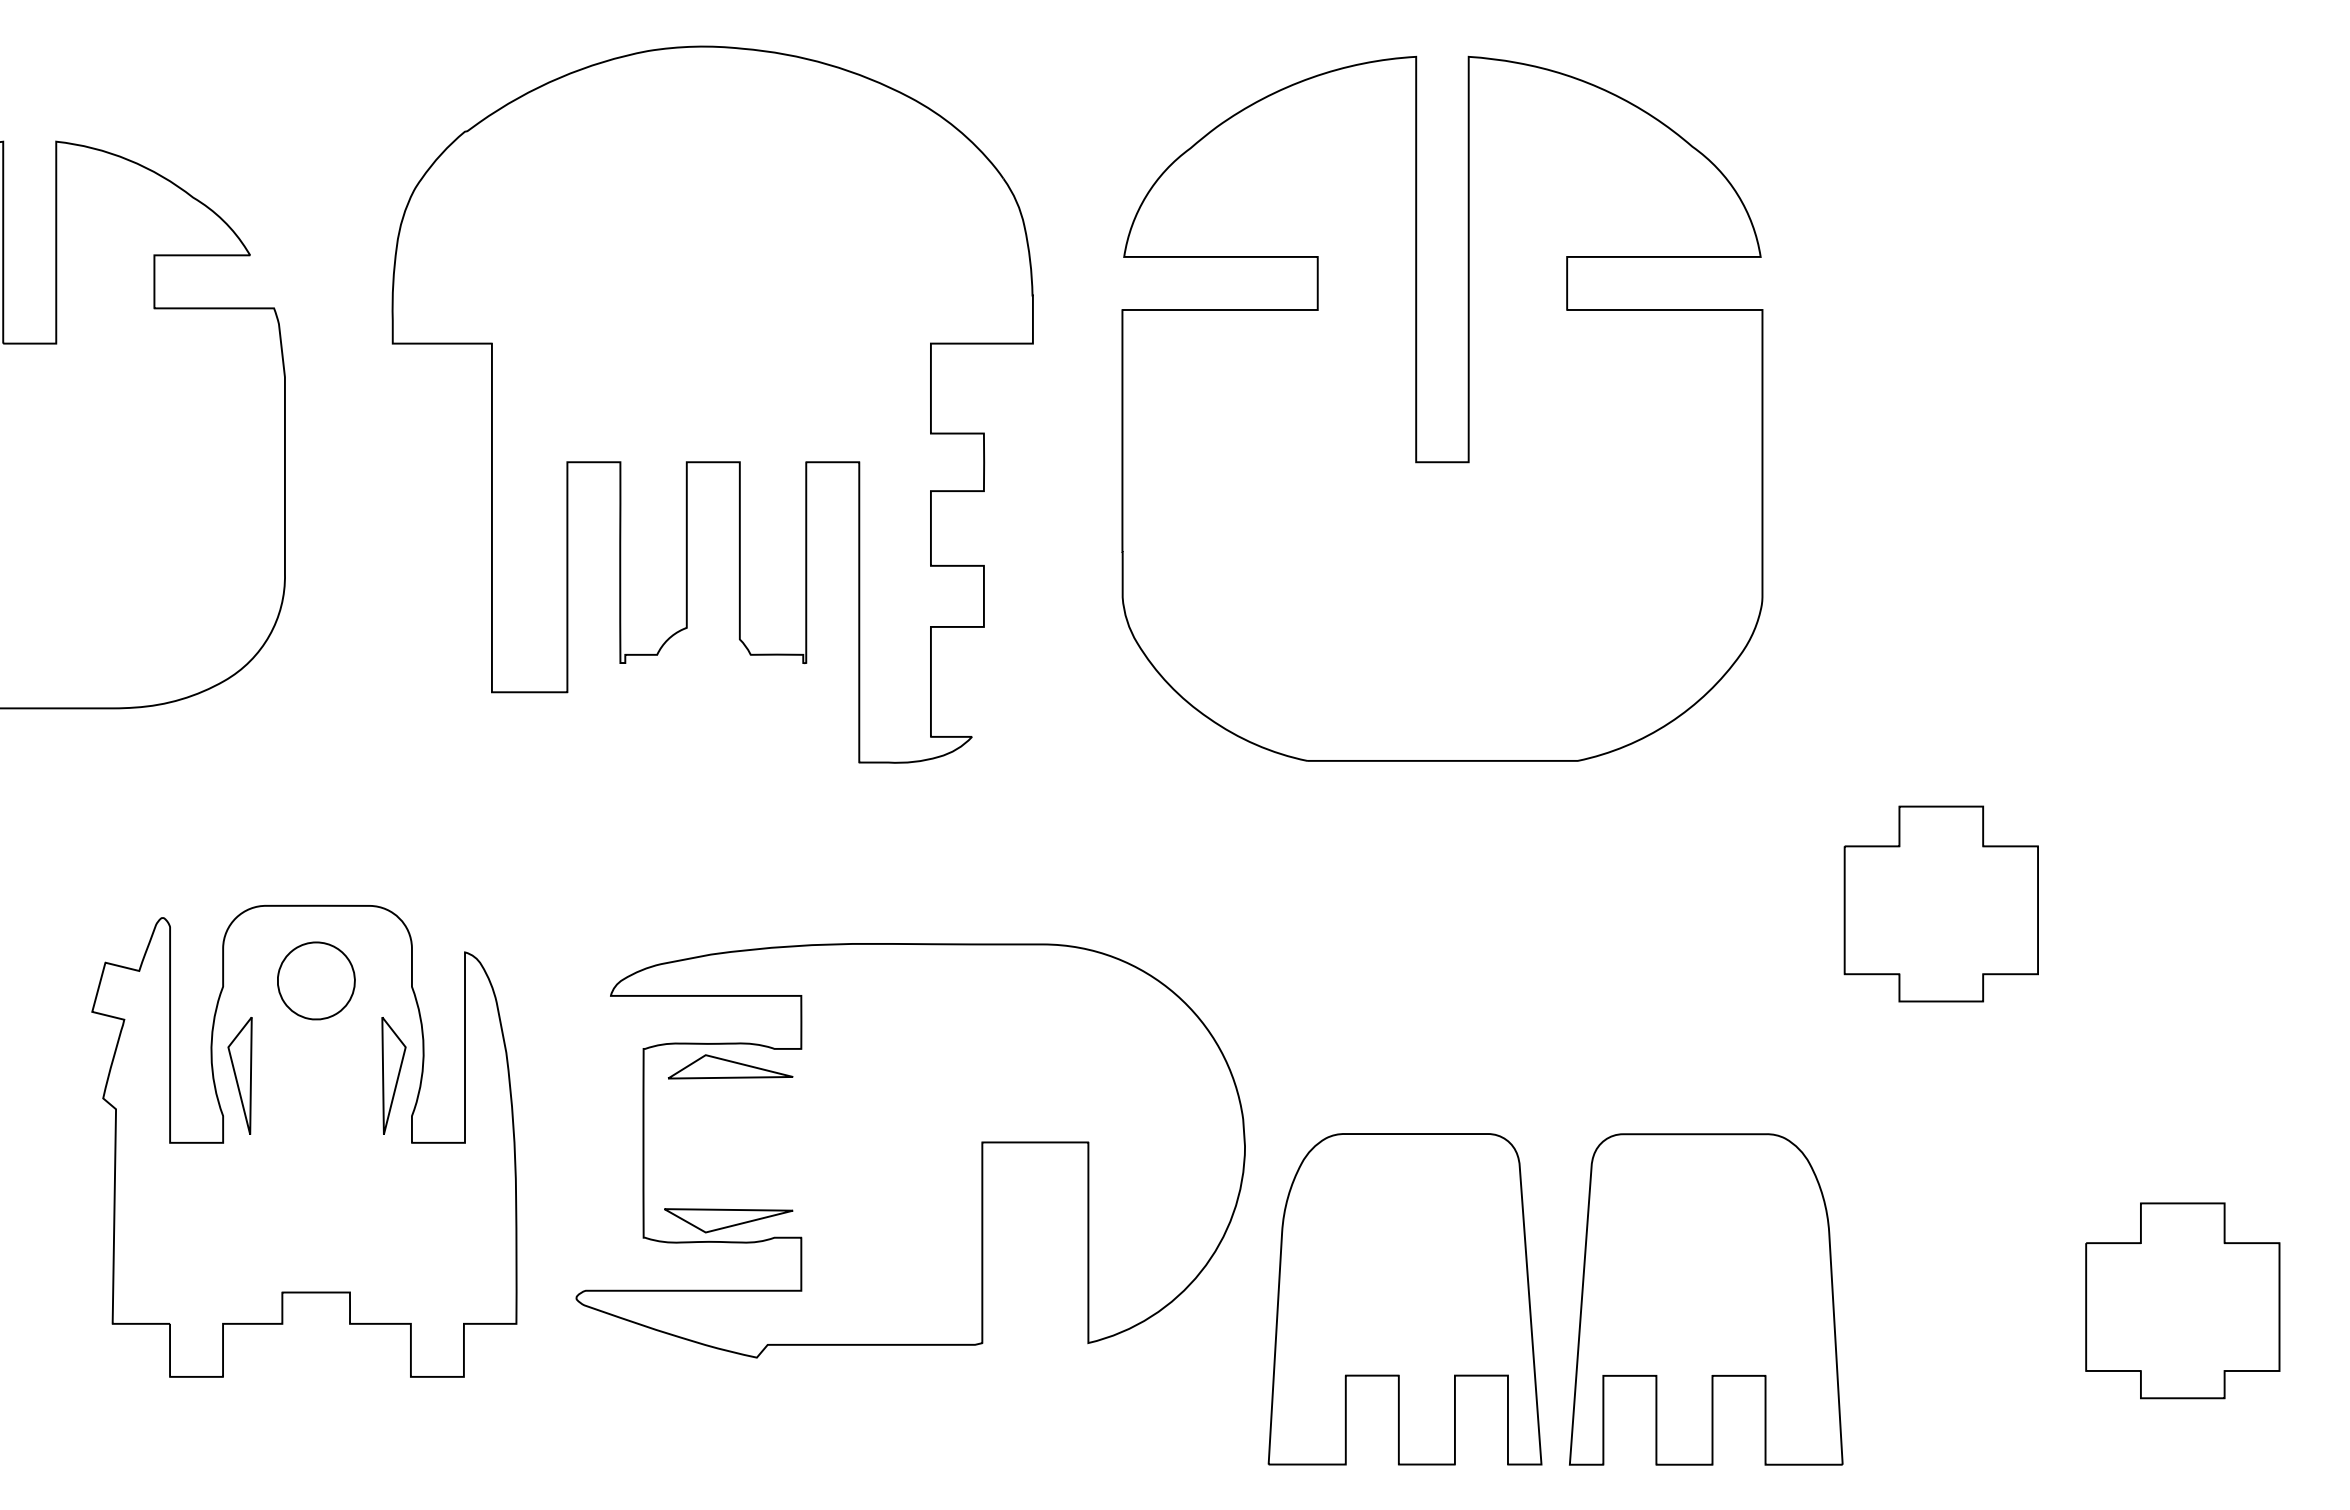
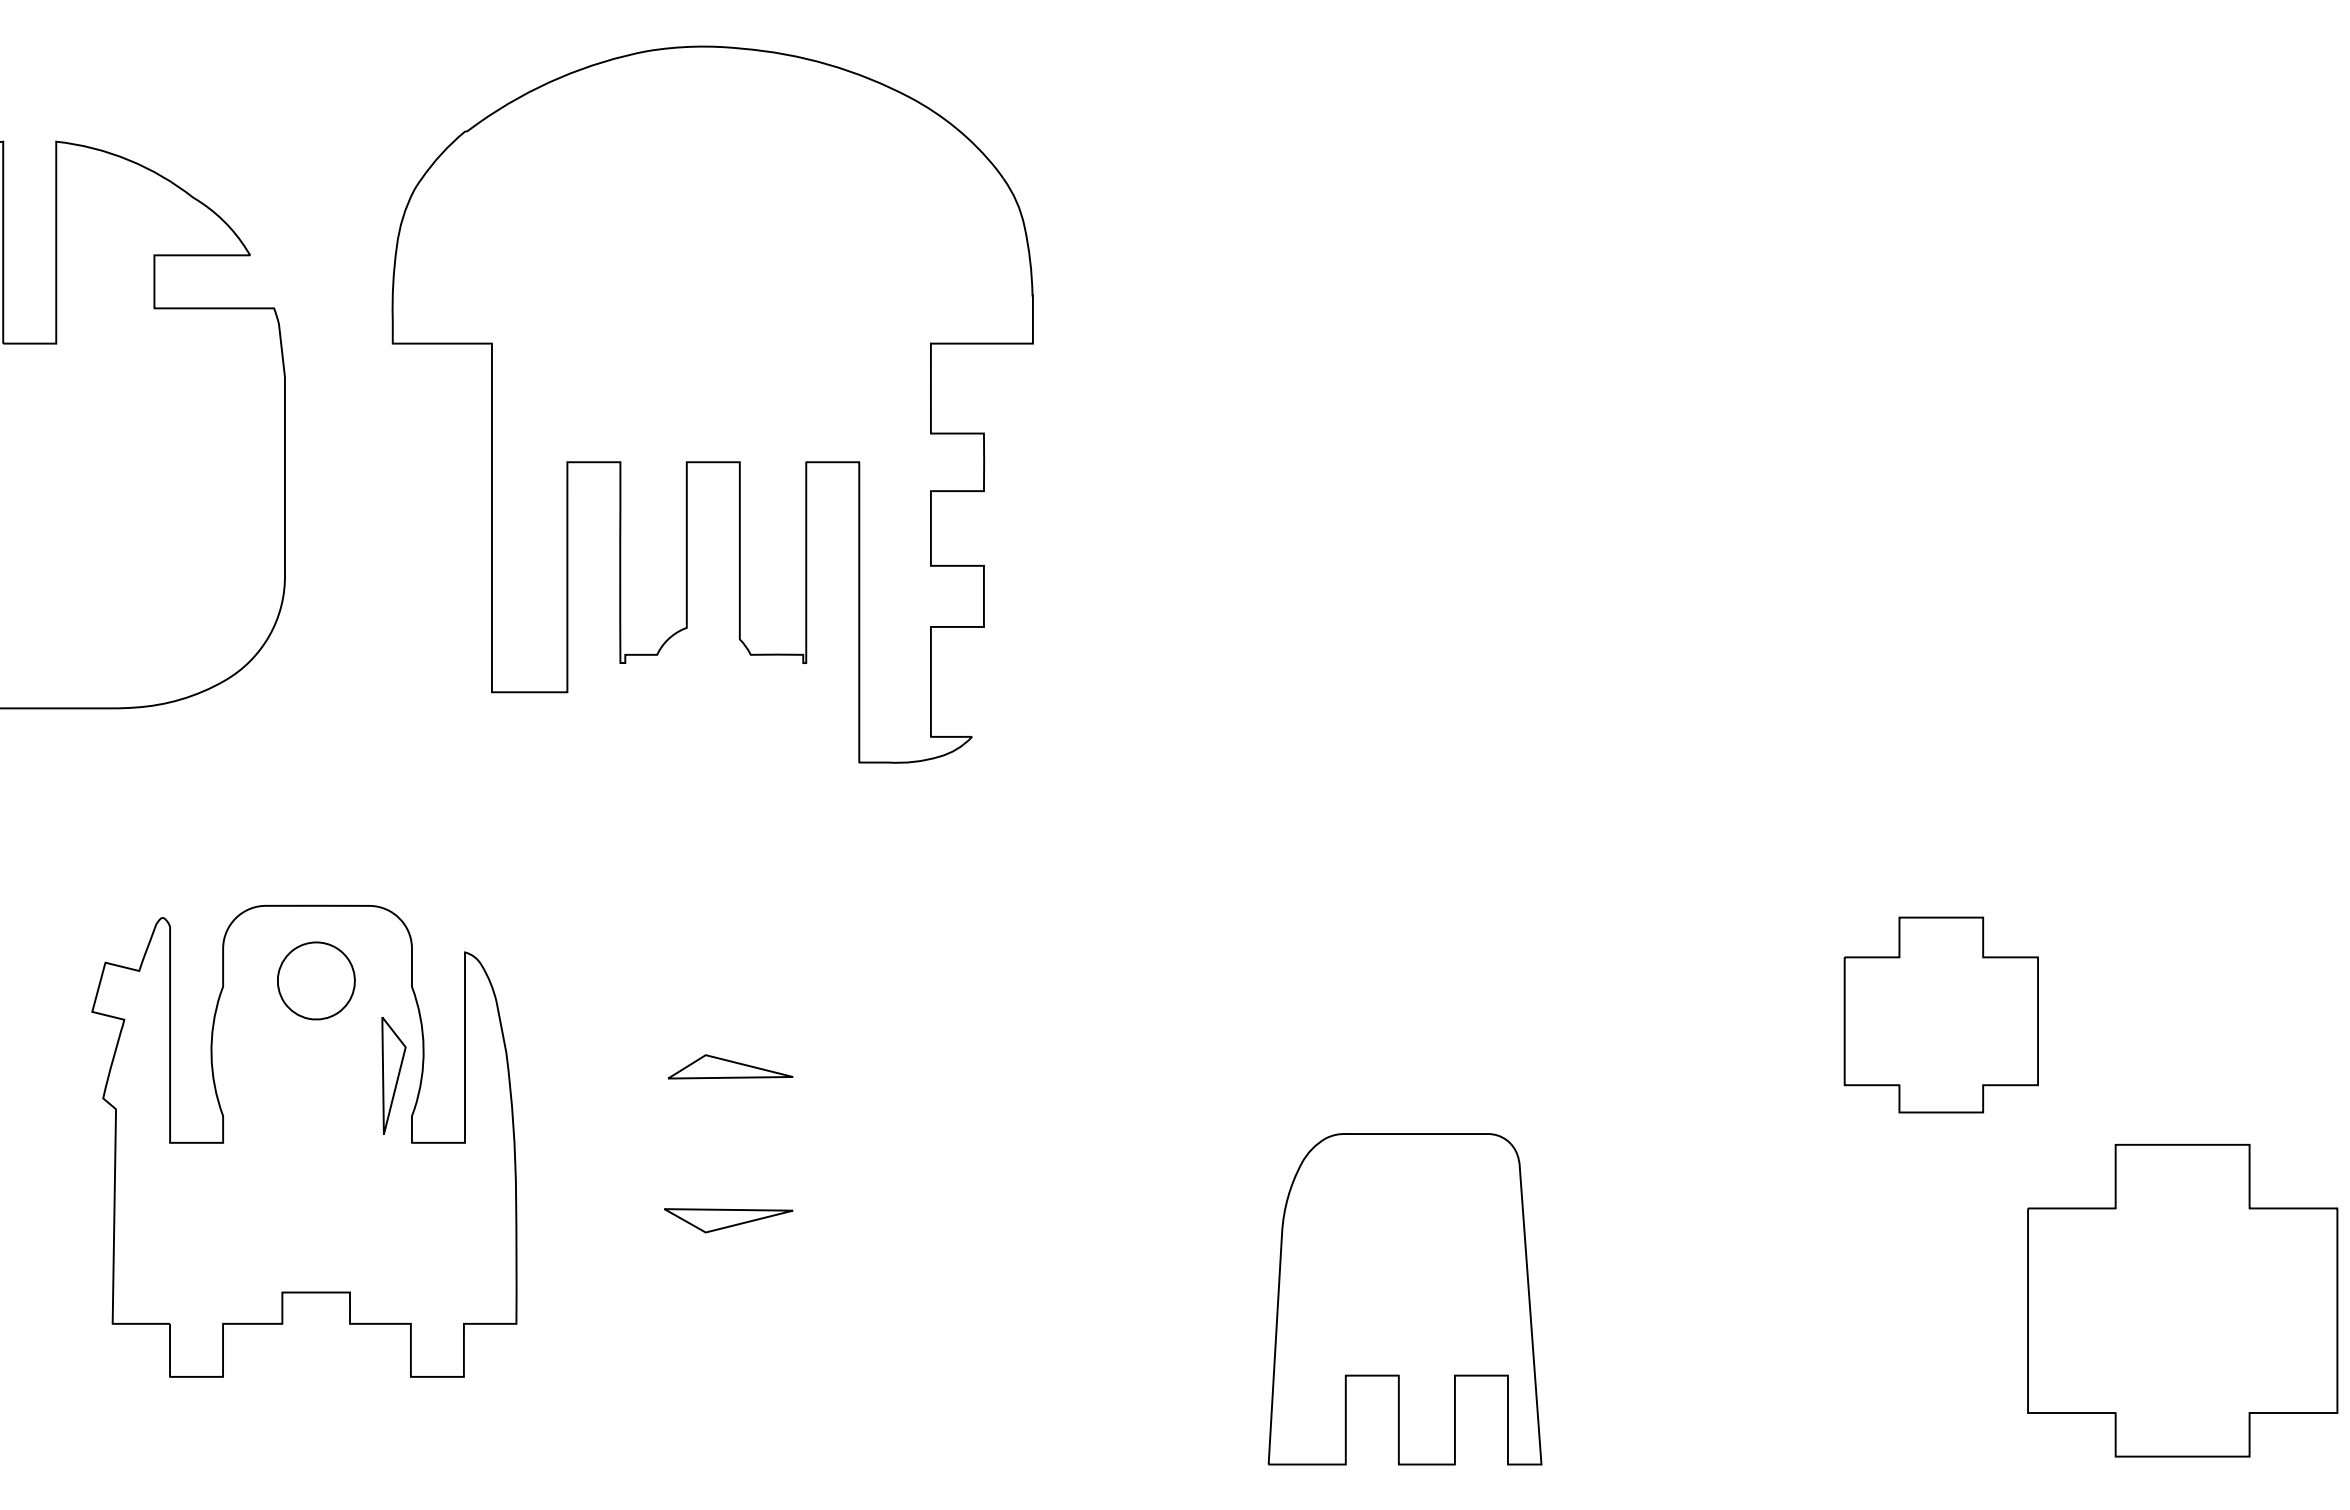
part at (1417, 408): present -> none
part at (1940, 903) position: (1940, 903) -> (1940, 1014)
part at (239, 1075): present -> none
part at (910, 1150): present -> none
part at (1706, 1299): present -> none
part at (2182, 1300) size: 196x198 px -> 312x315 px
